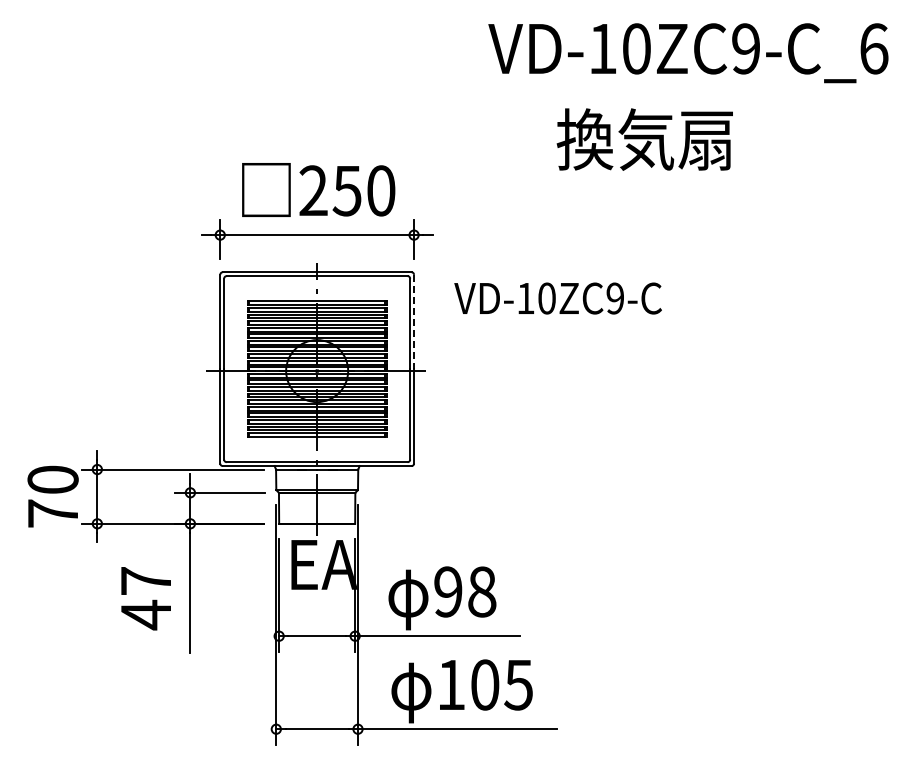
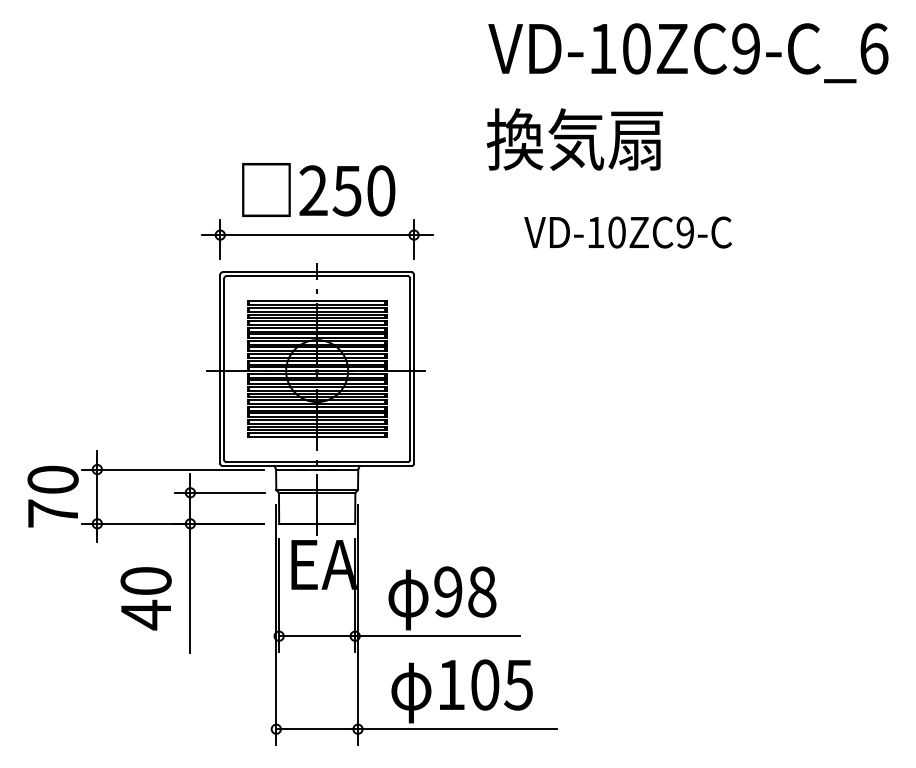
text at (644, 139) position: (644, 139) -> (574, 139)
text at (557, 298) position: (557, 298) -> (627, 232)
line at (414, 322): dashed -> solid
text at (145, 580): 47 -> 40
